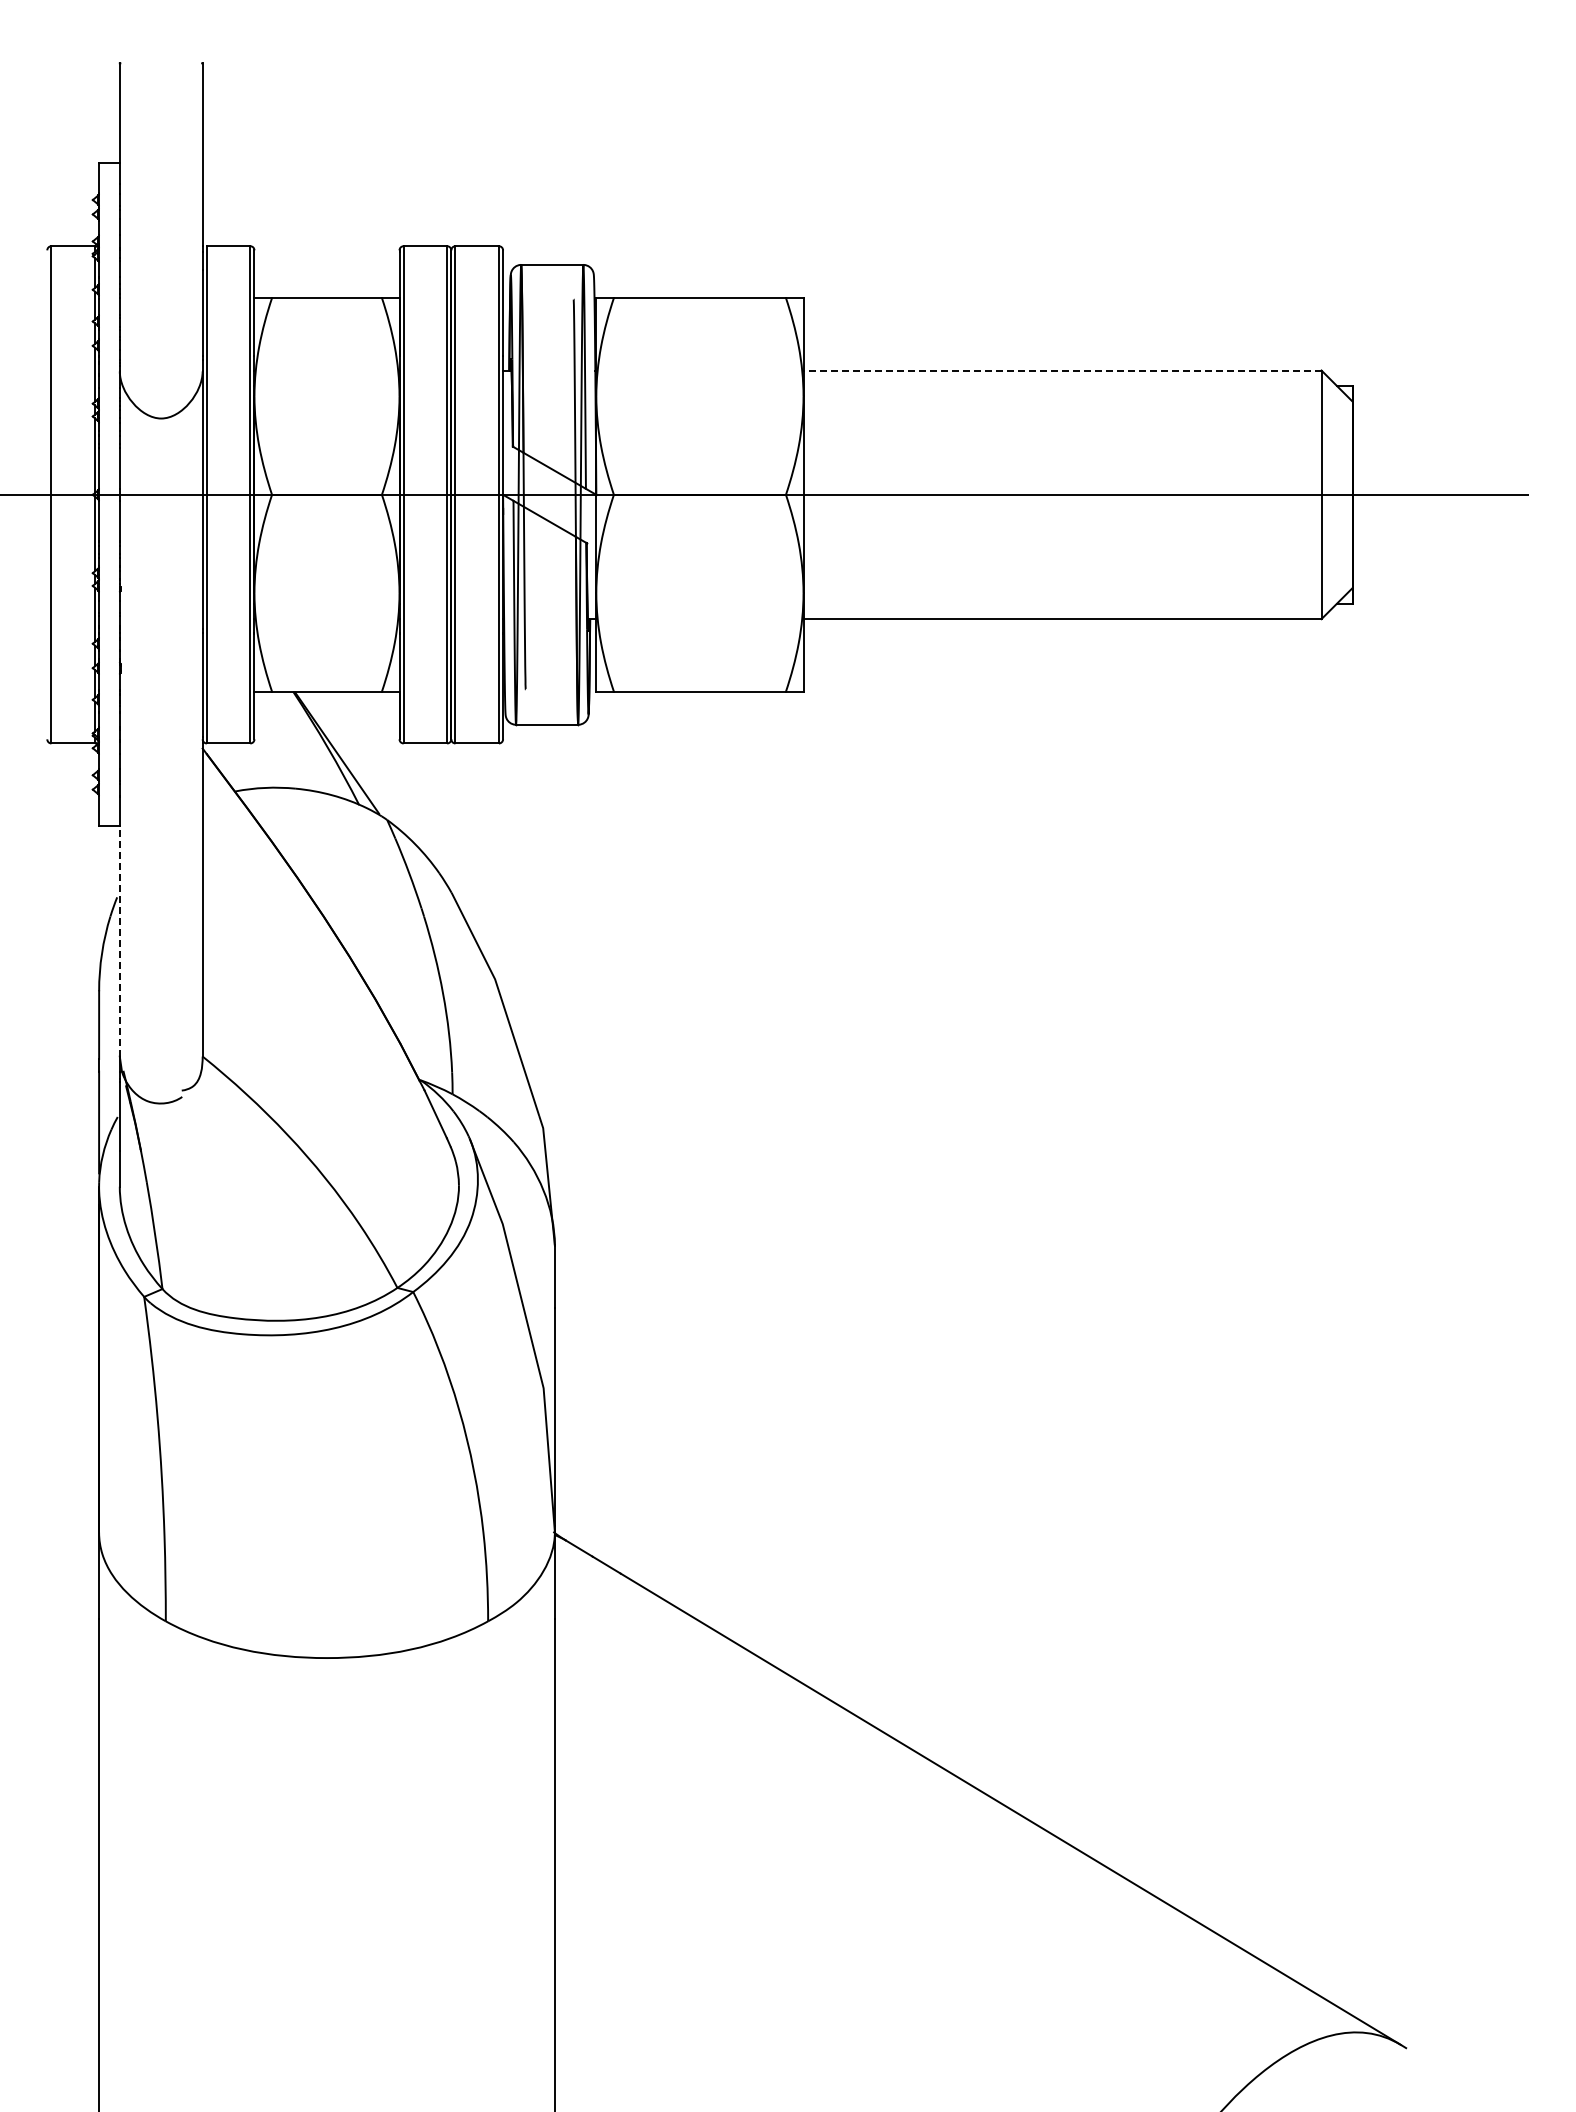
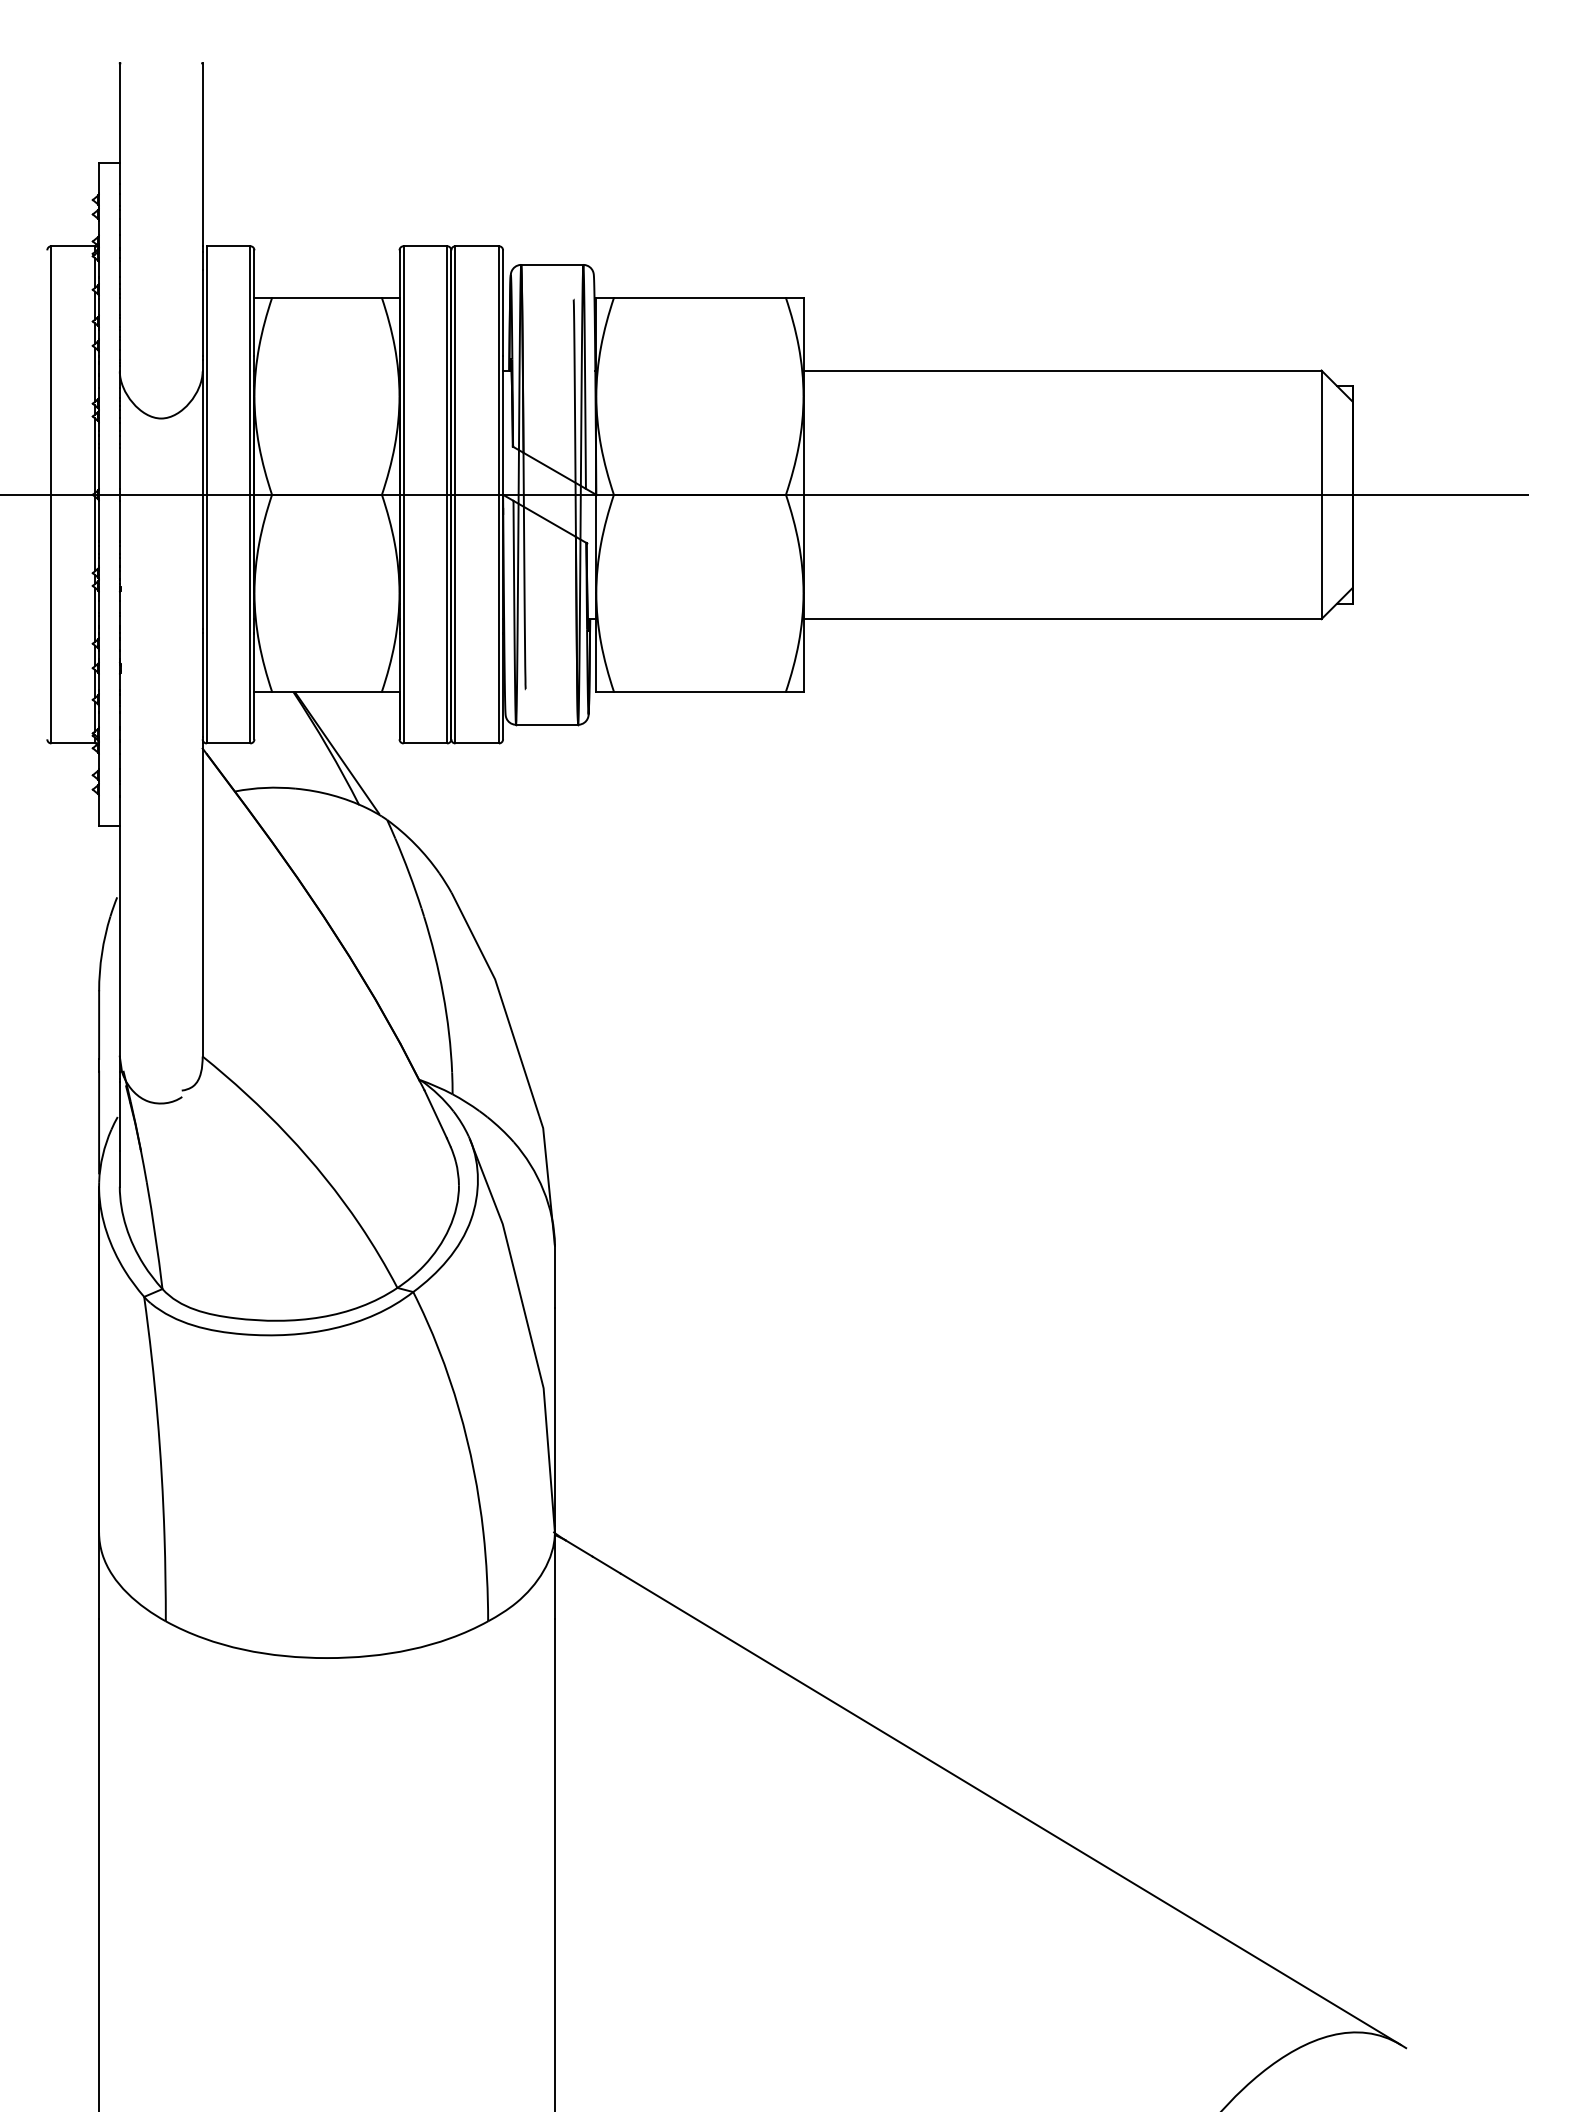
line at (1062, 370): dashed -> solid
line at (119, 940): dashed -> solid
